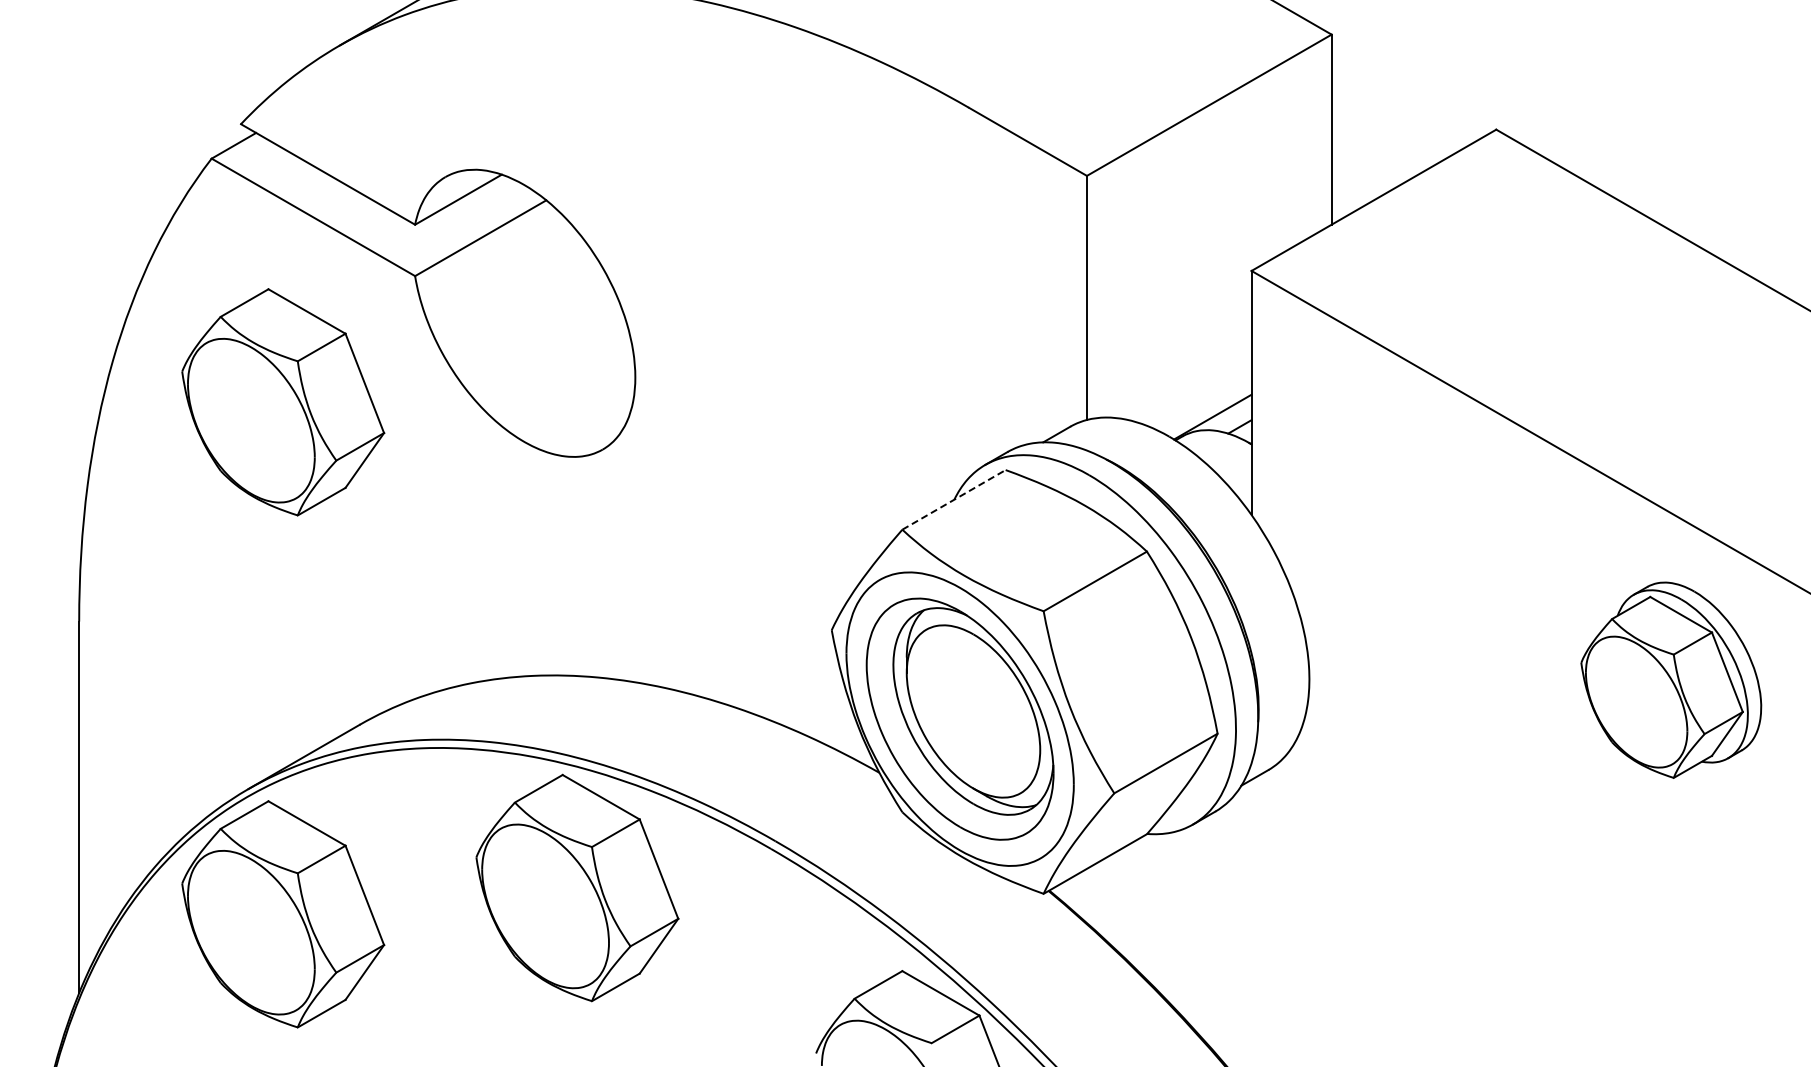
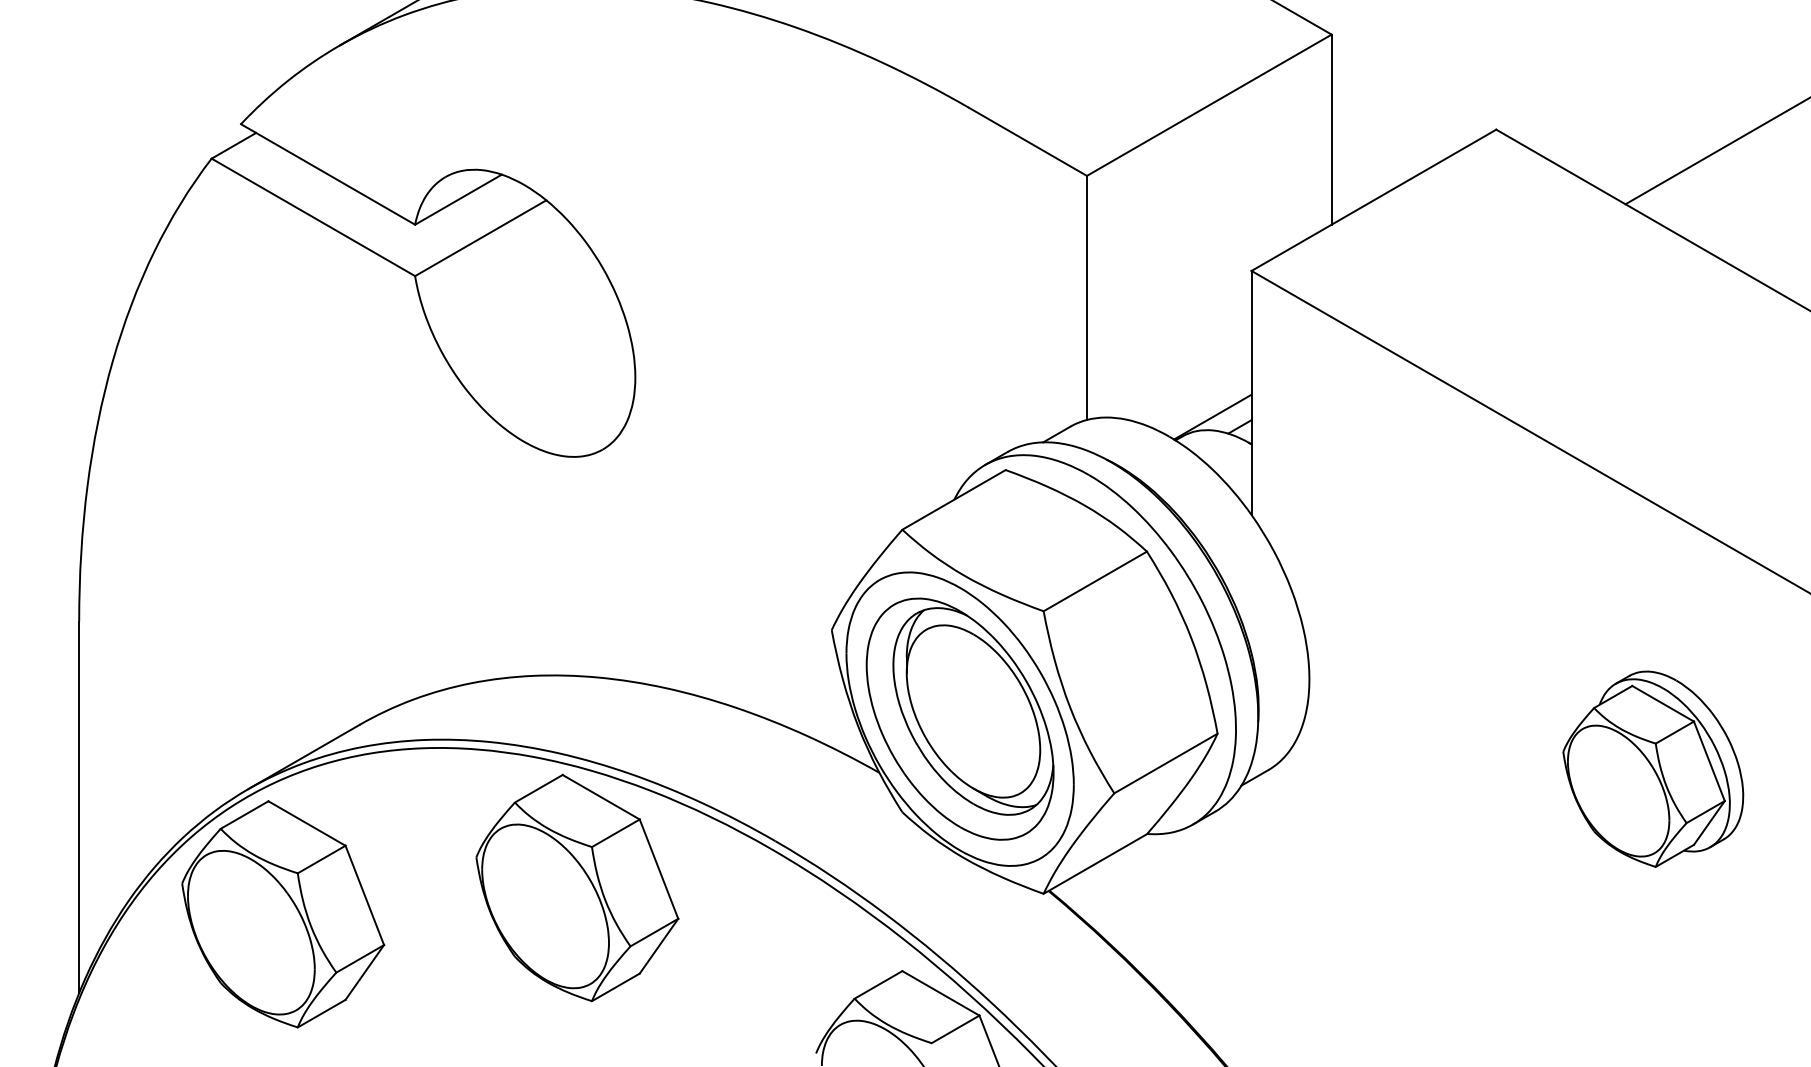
line at (1716, 151): none -> present
part at (283, 402): present -> none
line at (954, 499): dashed -> solid
part at (1671, 679) position: (1671, 679) -> (1653, 768)
